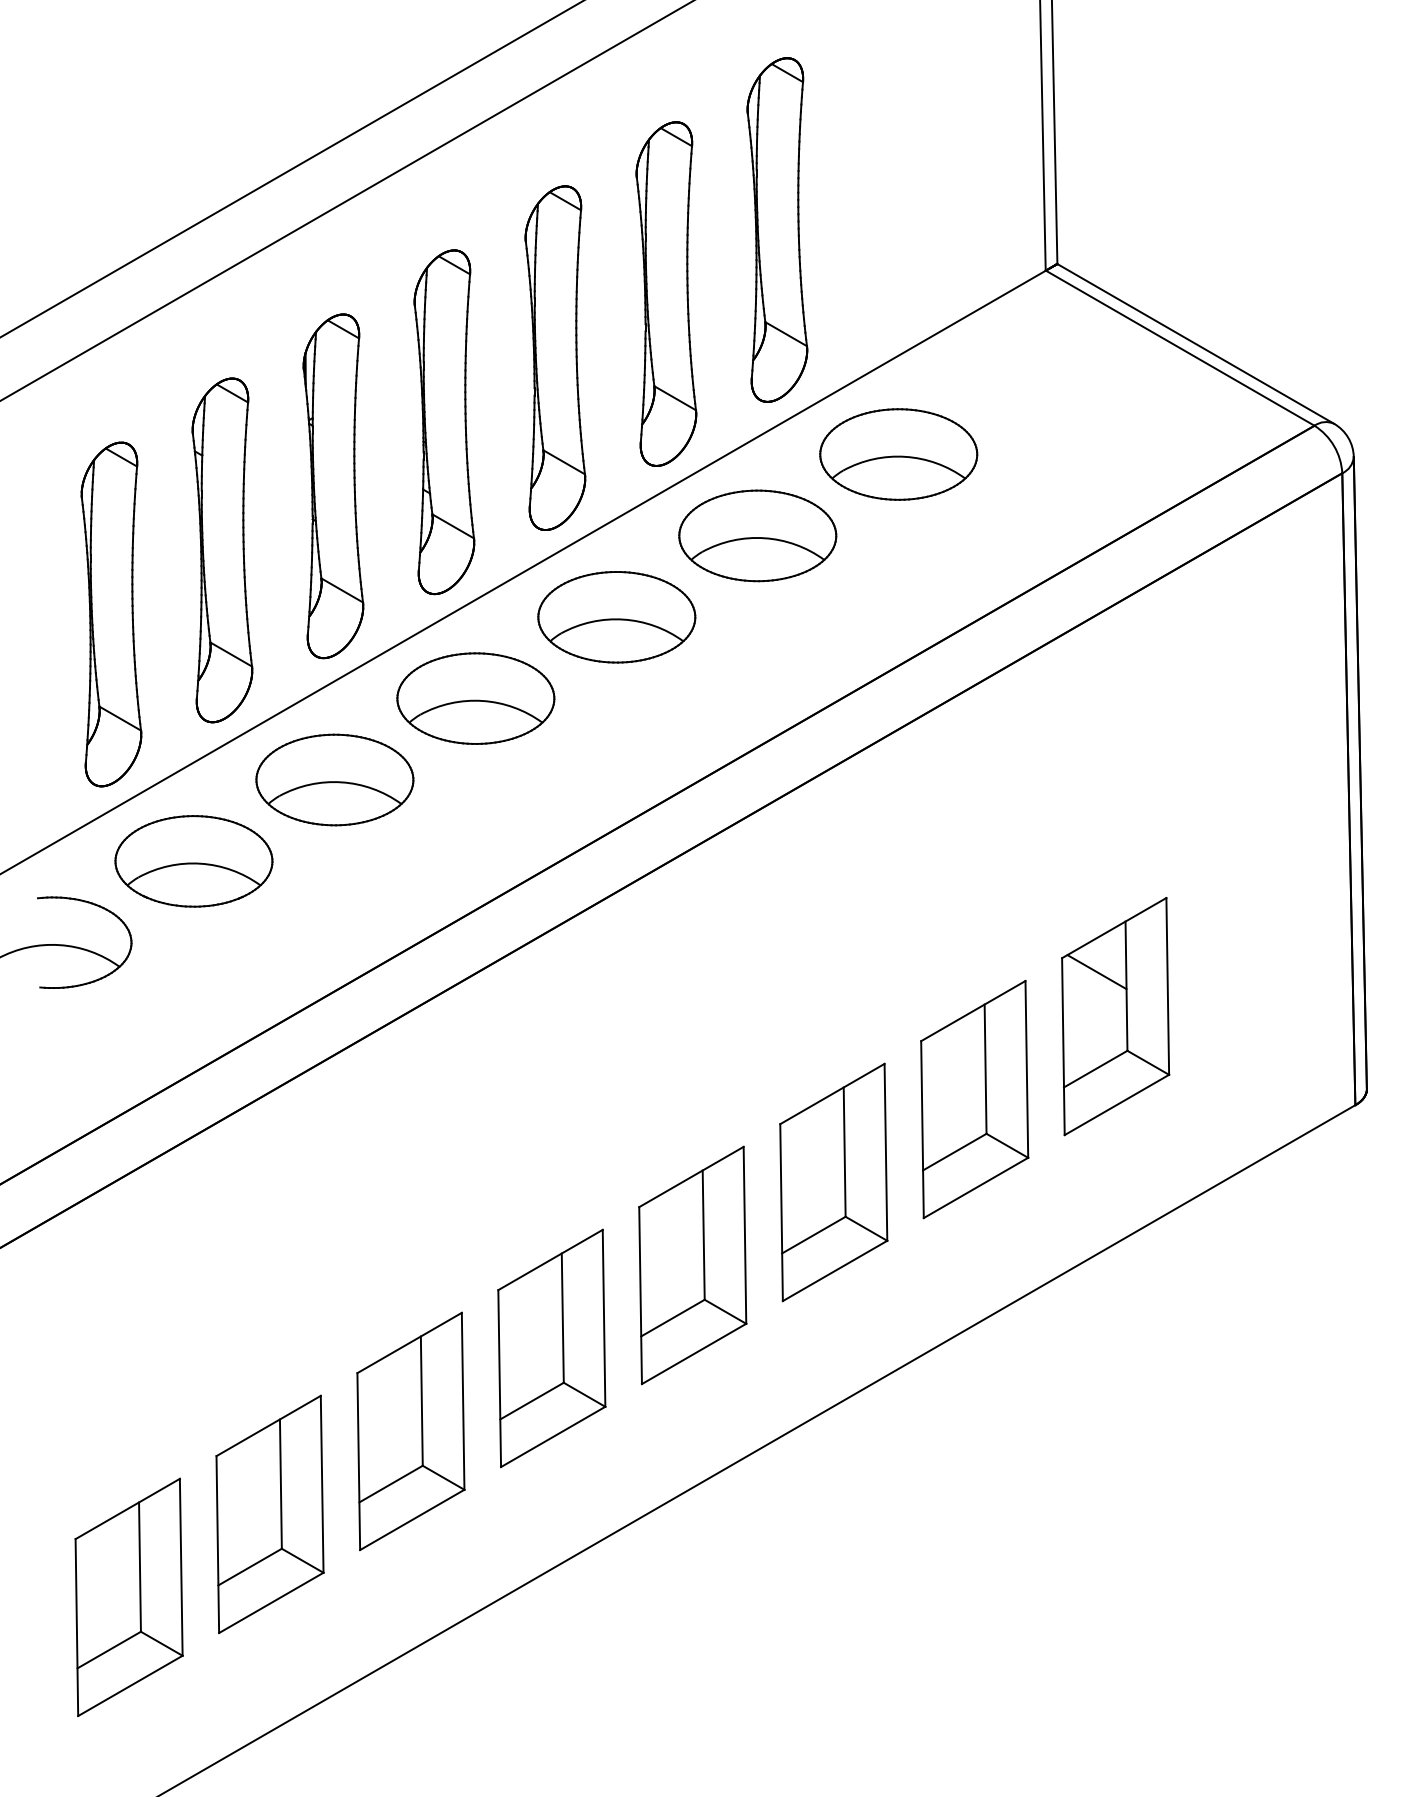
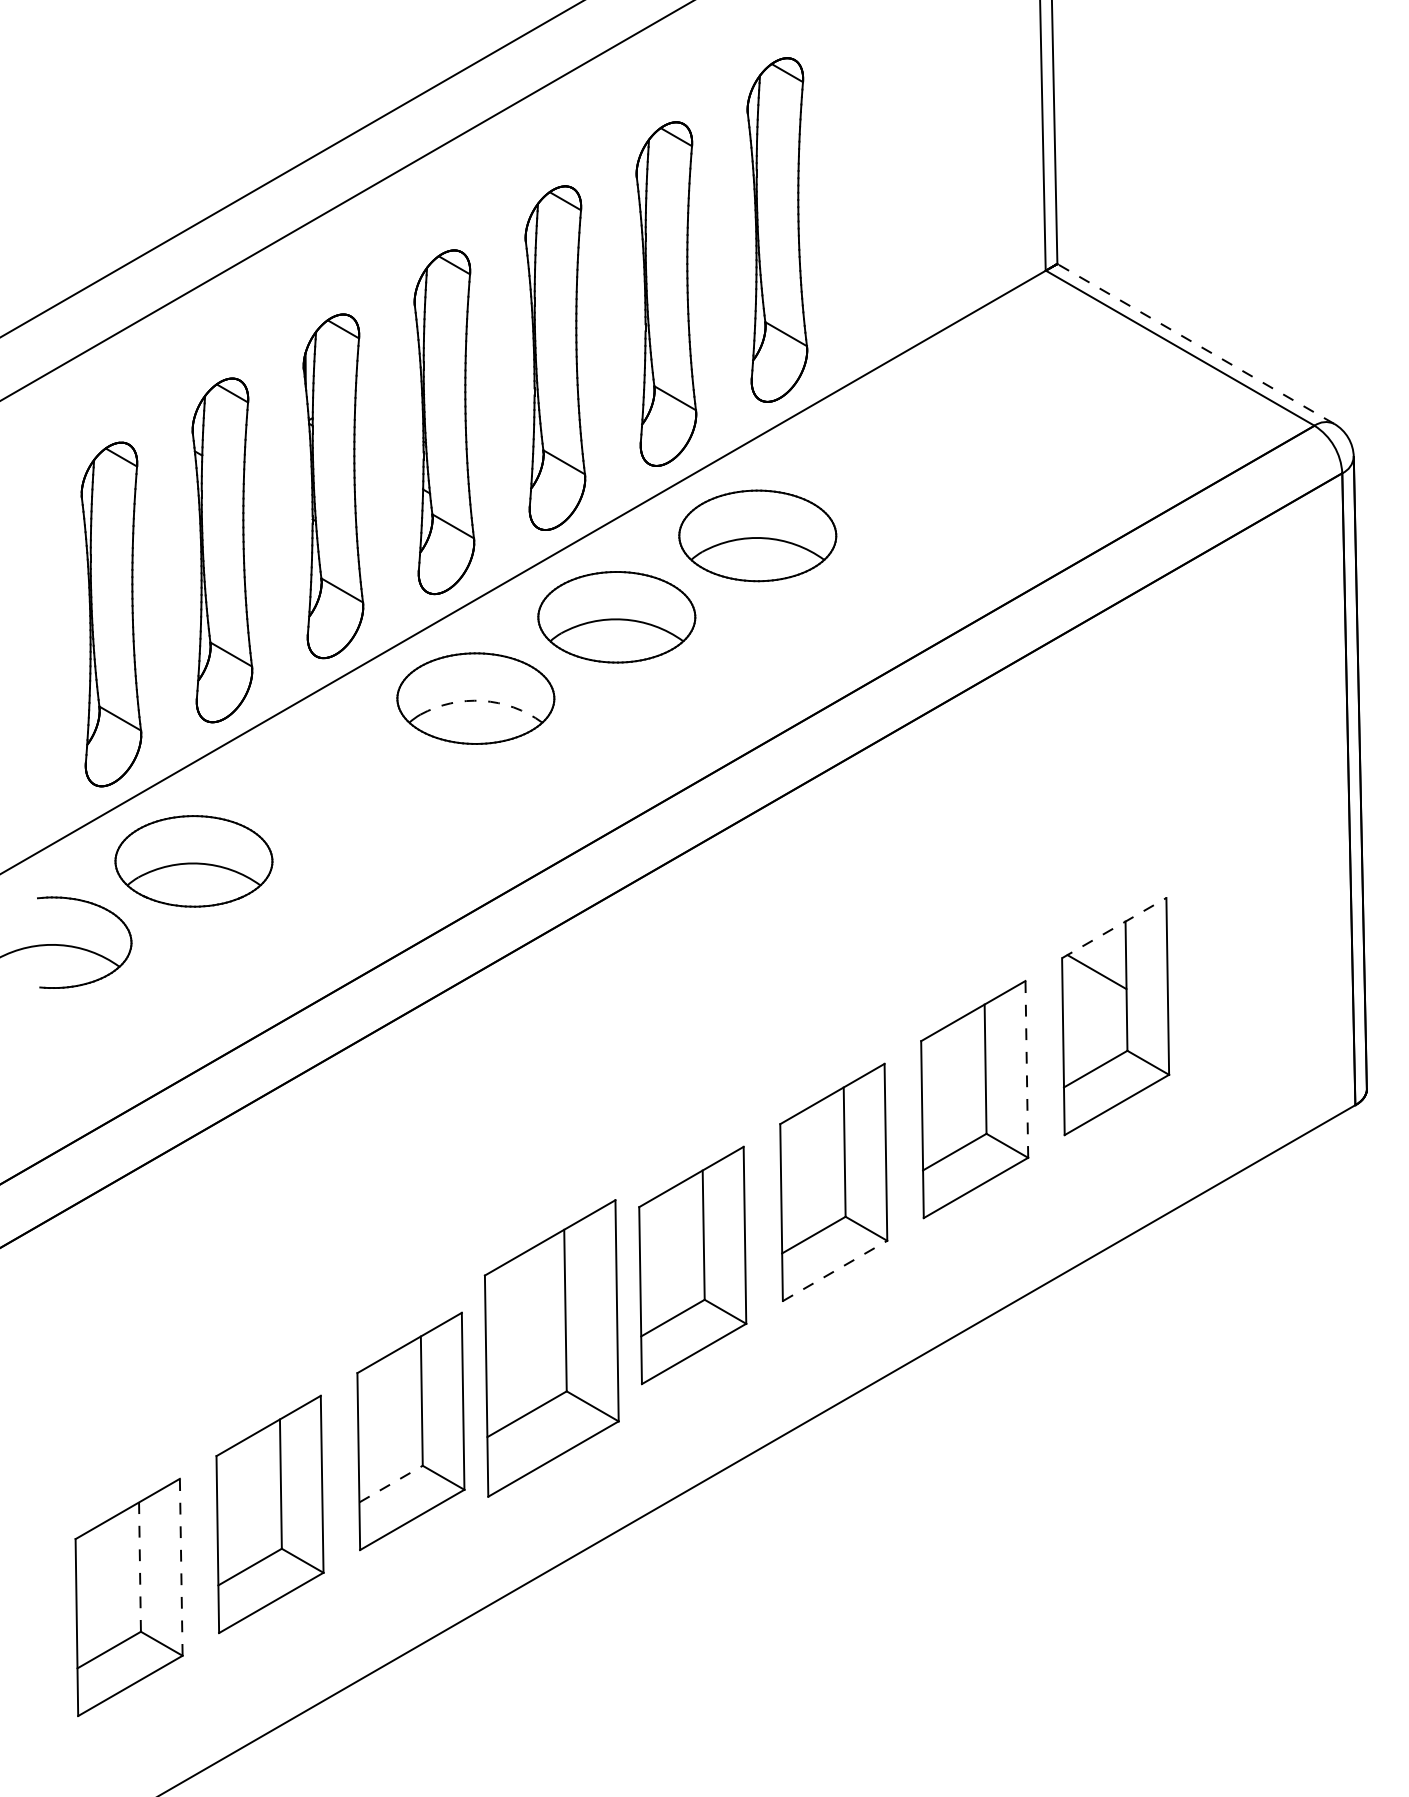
line at (1195, 343): solid -> dashed
part at (898, 454): present -> none
arc at (482, 700): solid -> dashed
part at (334, 779): present -> none
line at (1114, 927): solid -> dashed
line at (1026, 1068): solid -> dashed
line at (835, 1270): solid -> dashed
part at (551, 1348) size: 110x241 px -> 137x299 px
line at (391, 1484): solid -> dashed
line at (181, 1566): solid -> dashed
line at (140, 1567): solid -> dashed
